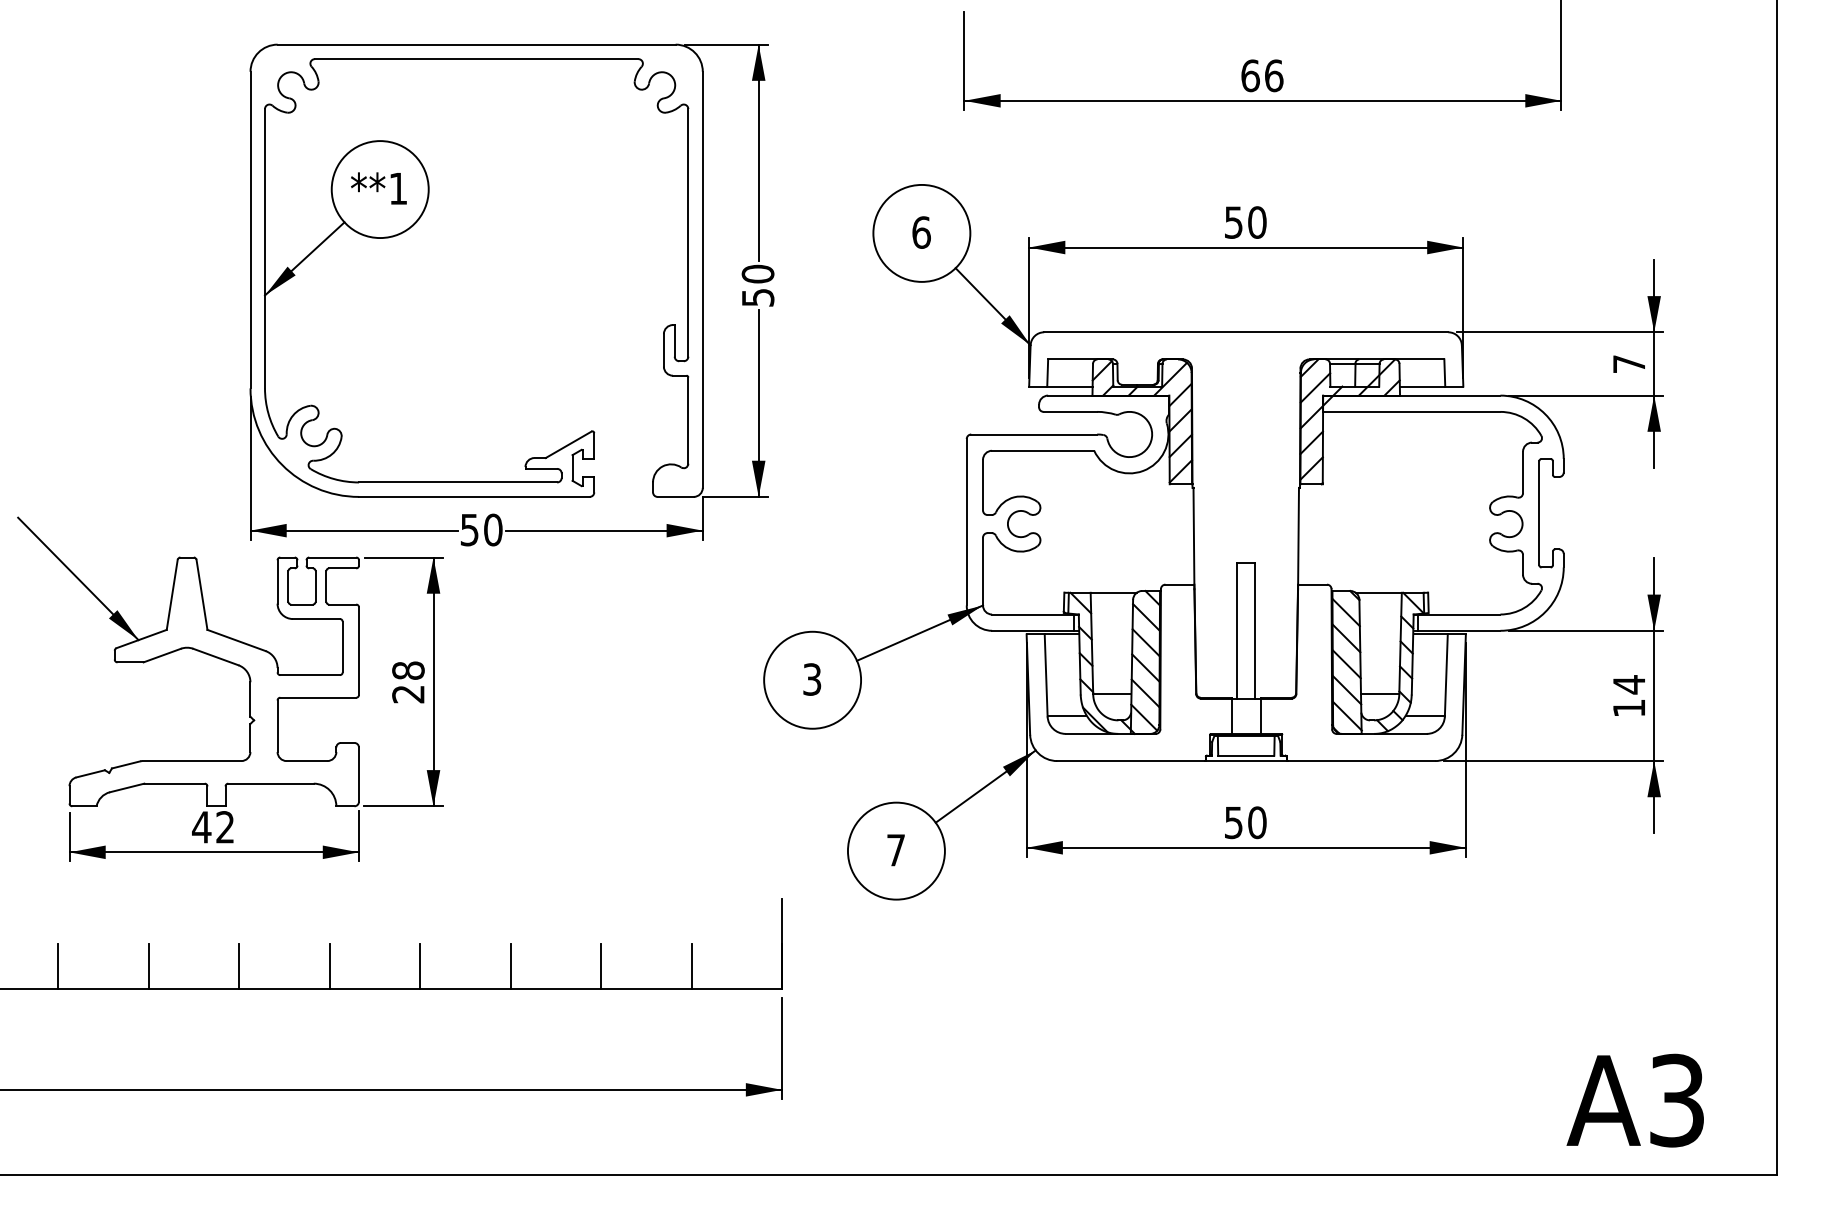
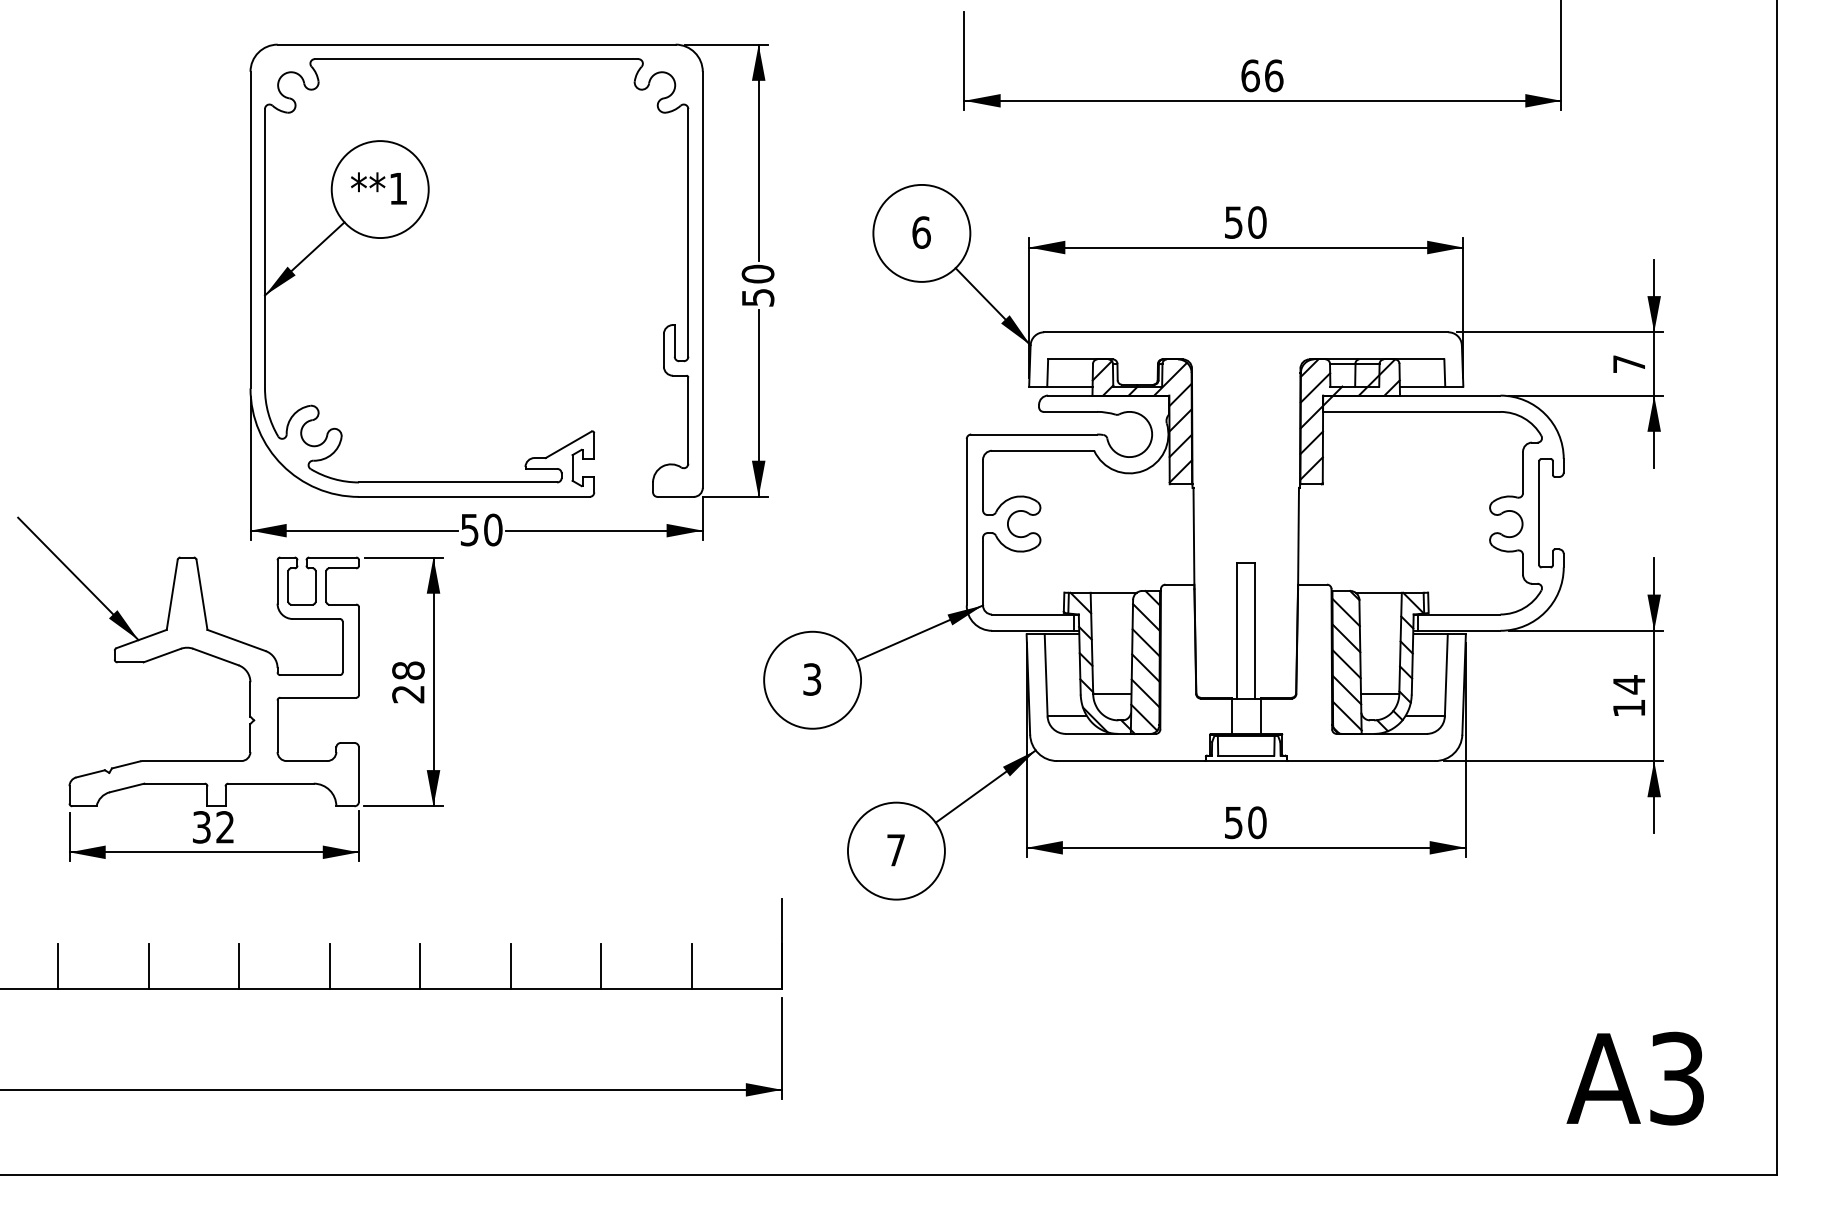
text at (201, 827): 42 -> 32
text at (1634, 1100) position: (1634, 1100) -> (1634, 1078)
